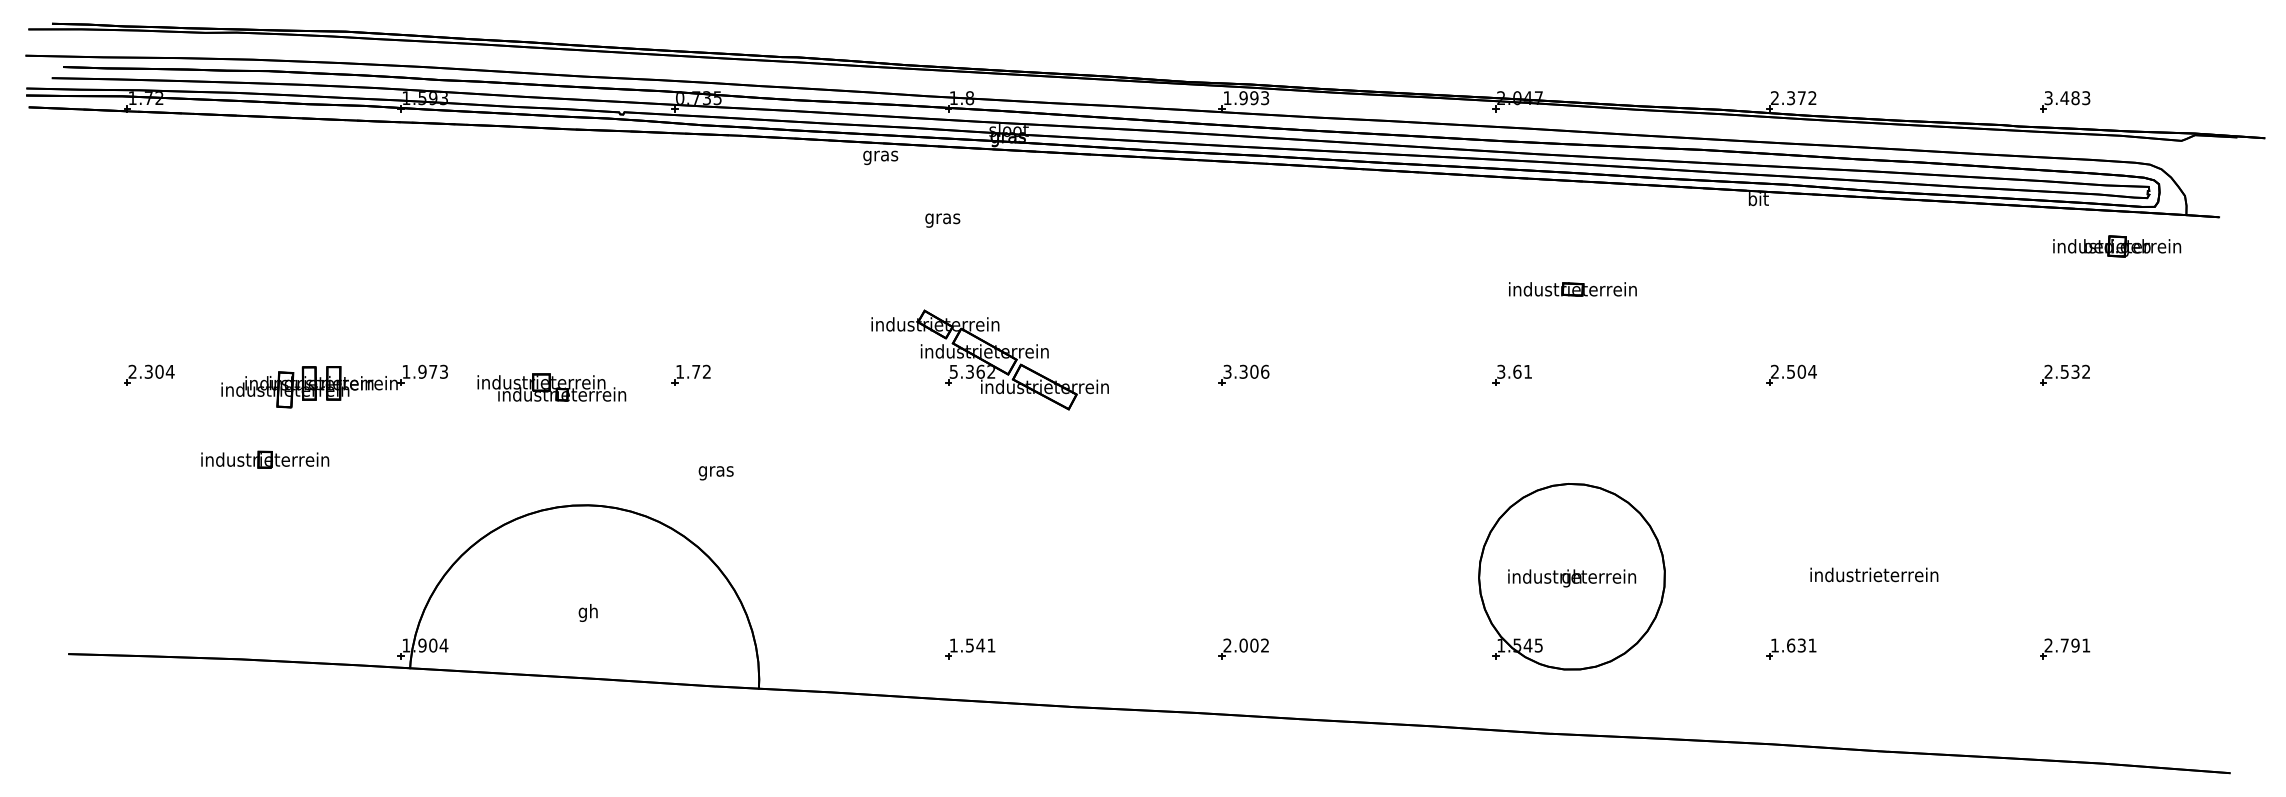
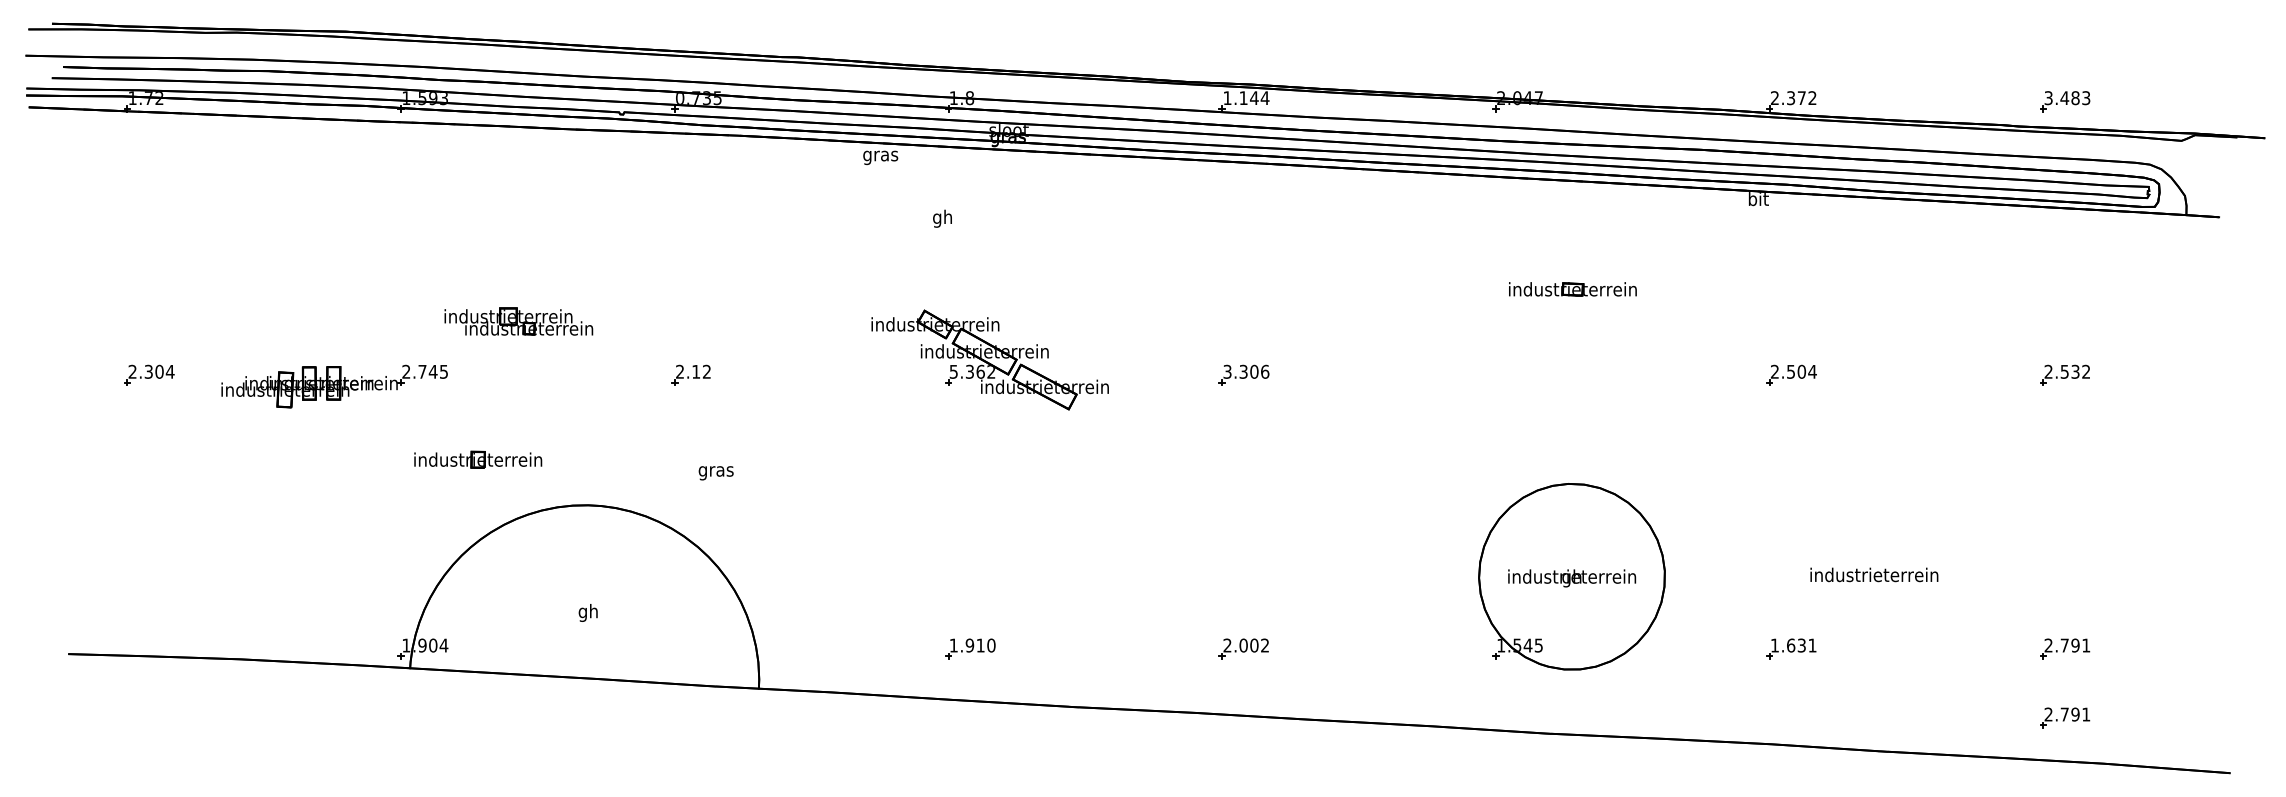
text at (1254, 98): 1.993 -> 1.144
text at (942, 218): gras -> gh
part at (2117, 246): present -> none
text at (424, 371): 1.973 -> 2.745
text at (688, 371): 1.72 -> 2.12
part at (1511, 374): present -> none
part at (551, 387) position: (551, 387) -> (518, 321)
part at (265, 459) position: (265, 459) -> (478, 459)
text at (980, 645): 1.541 -> 1.910
part at (2065, 717): none -> present
